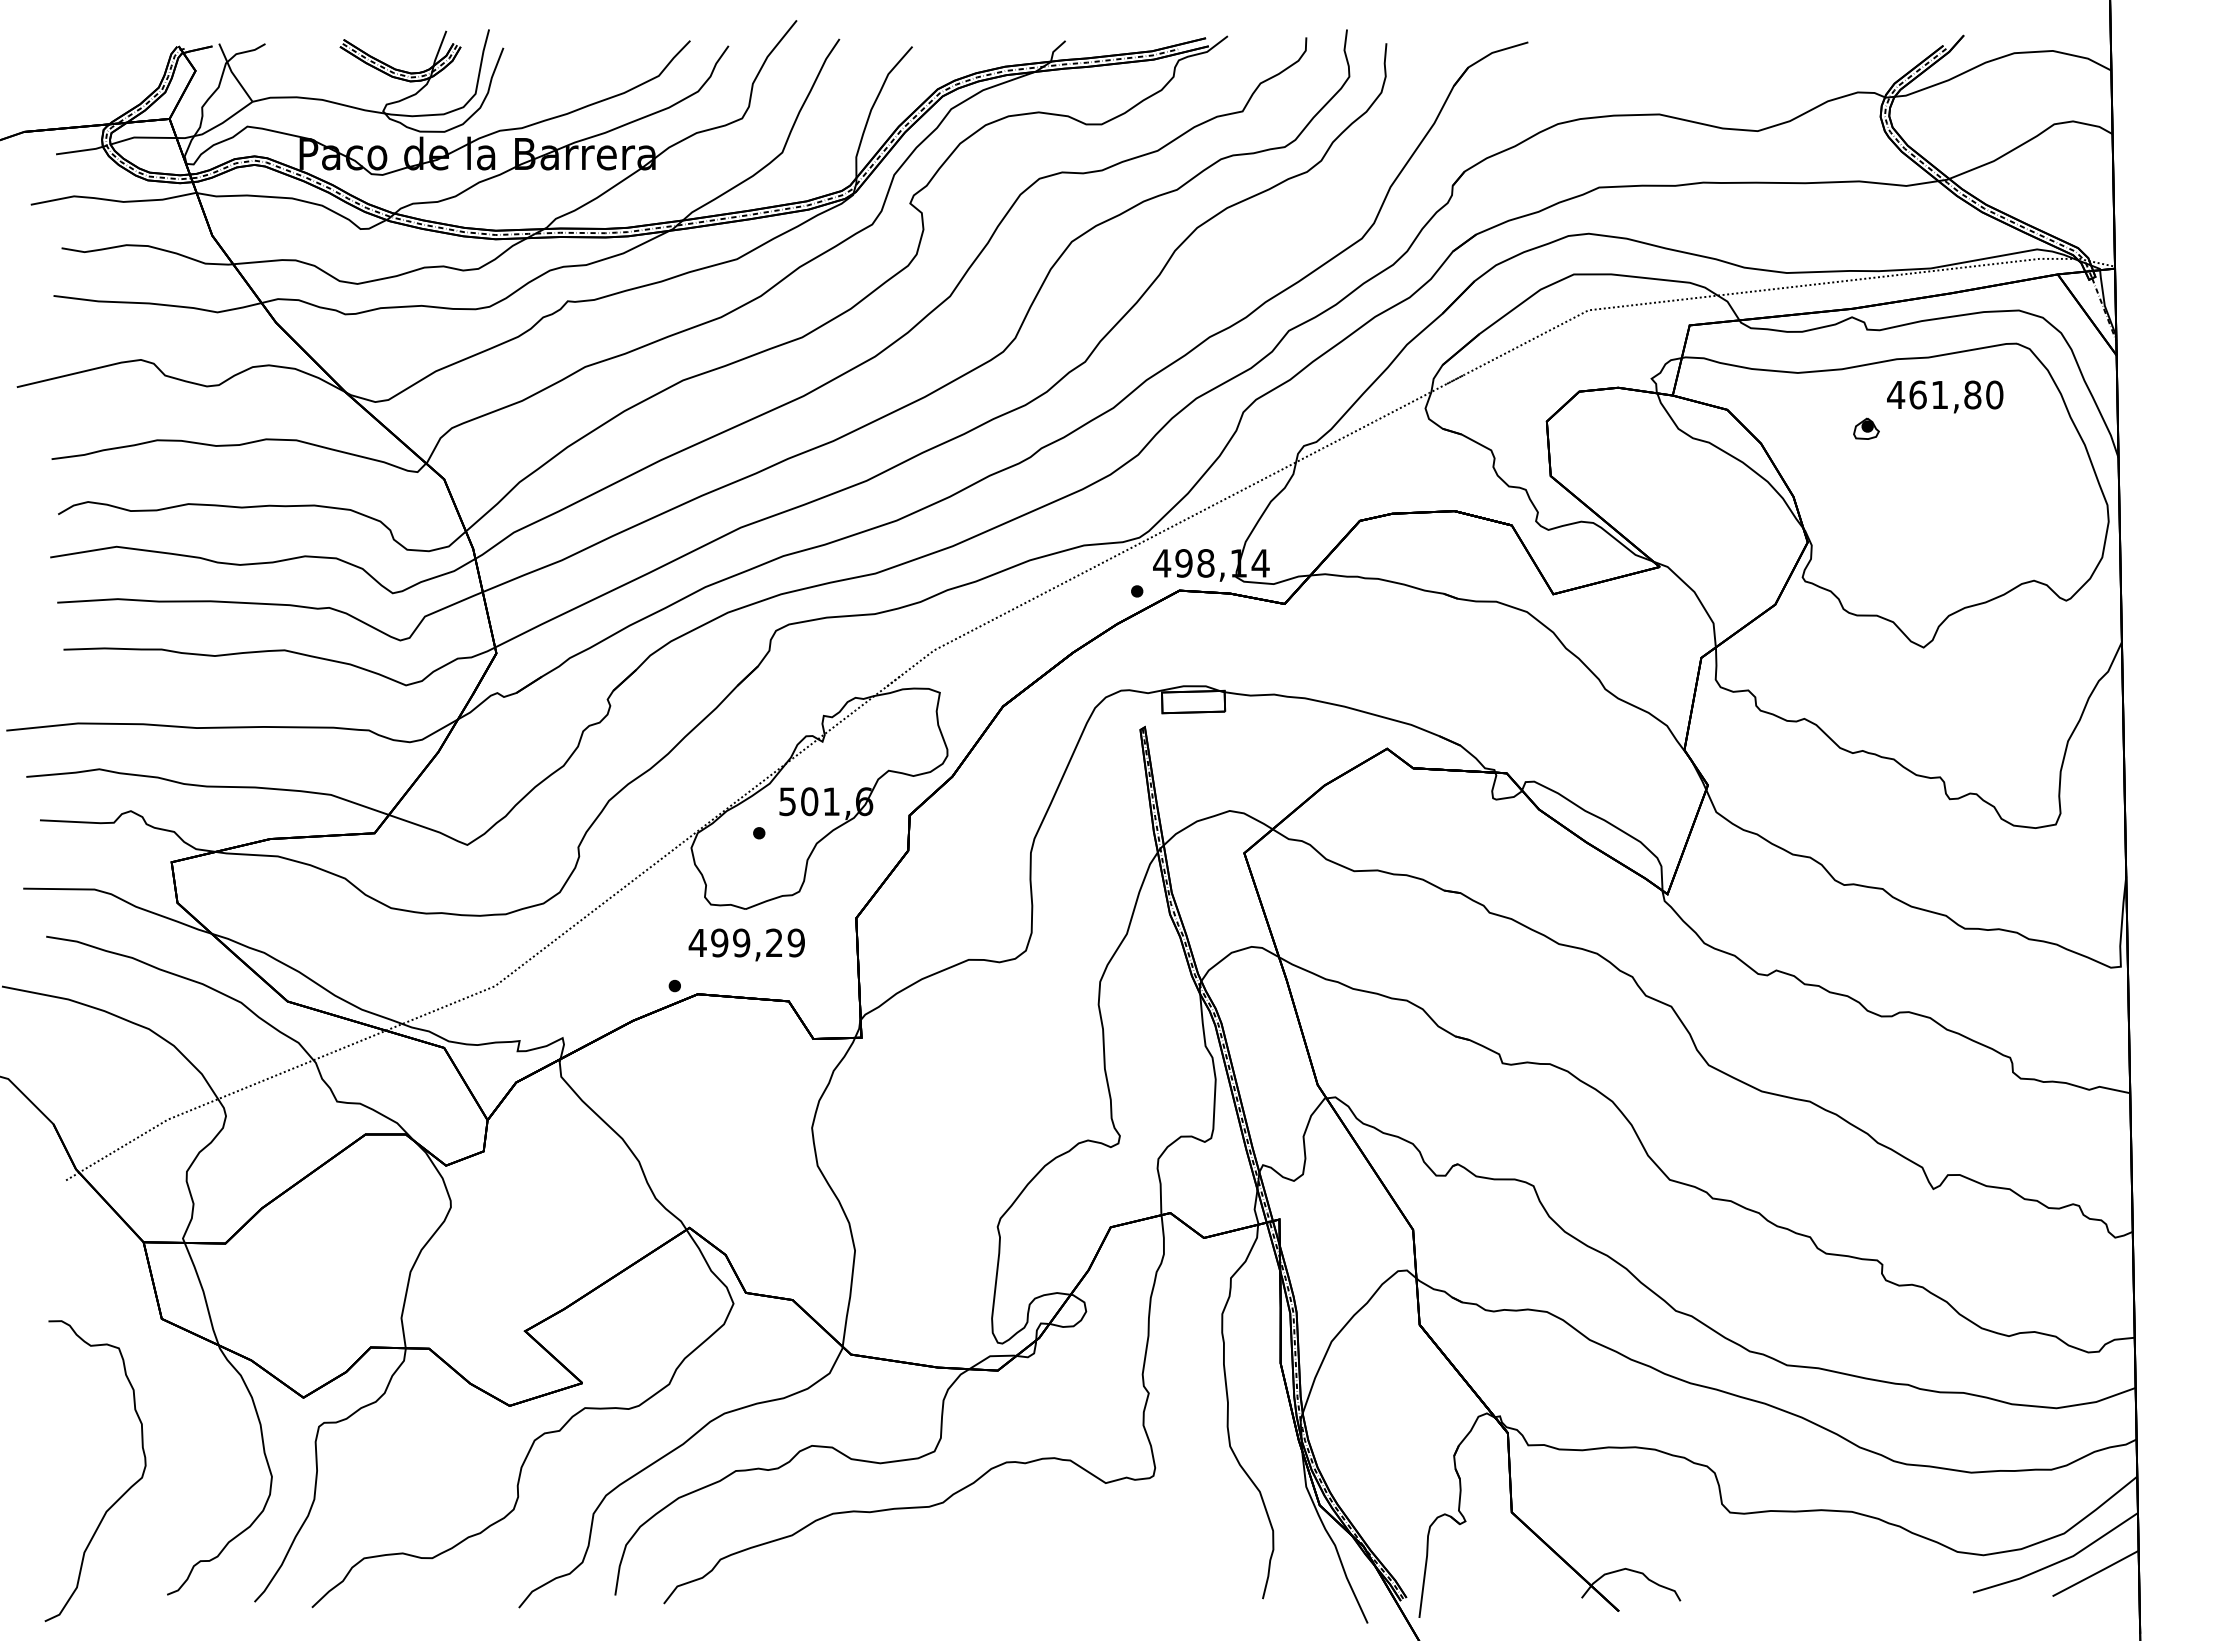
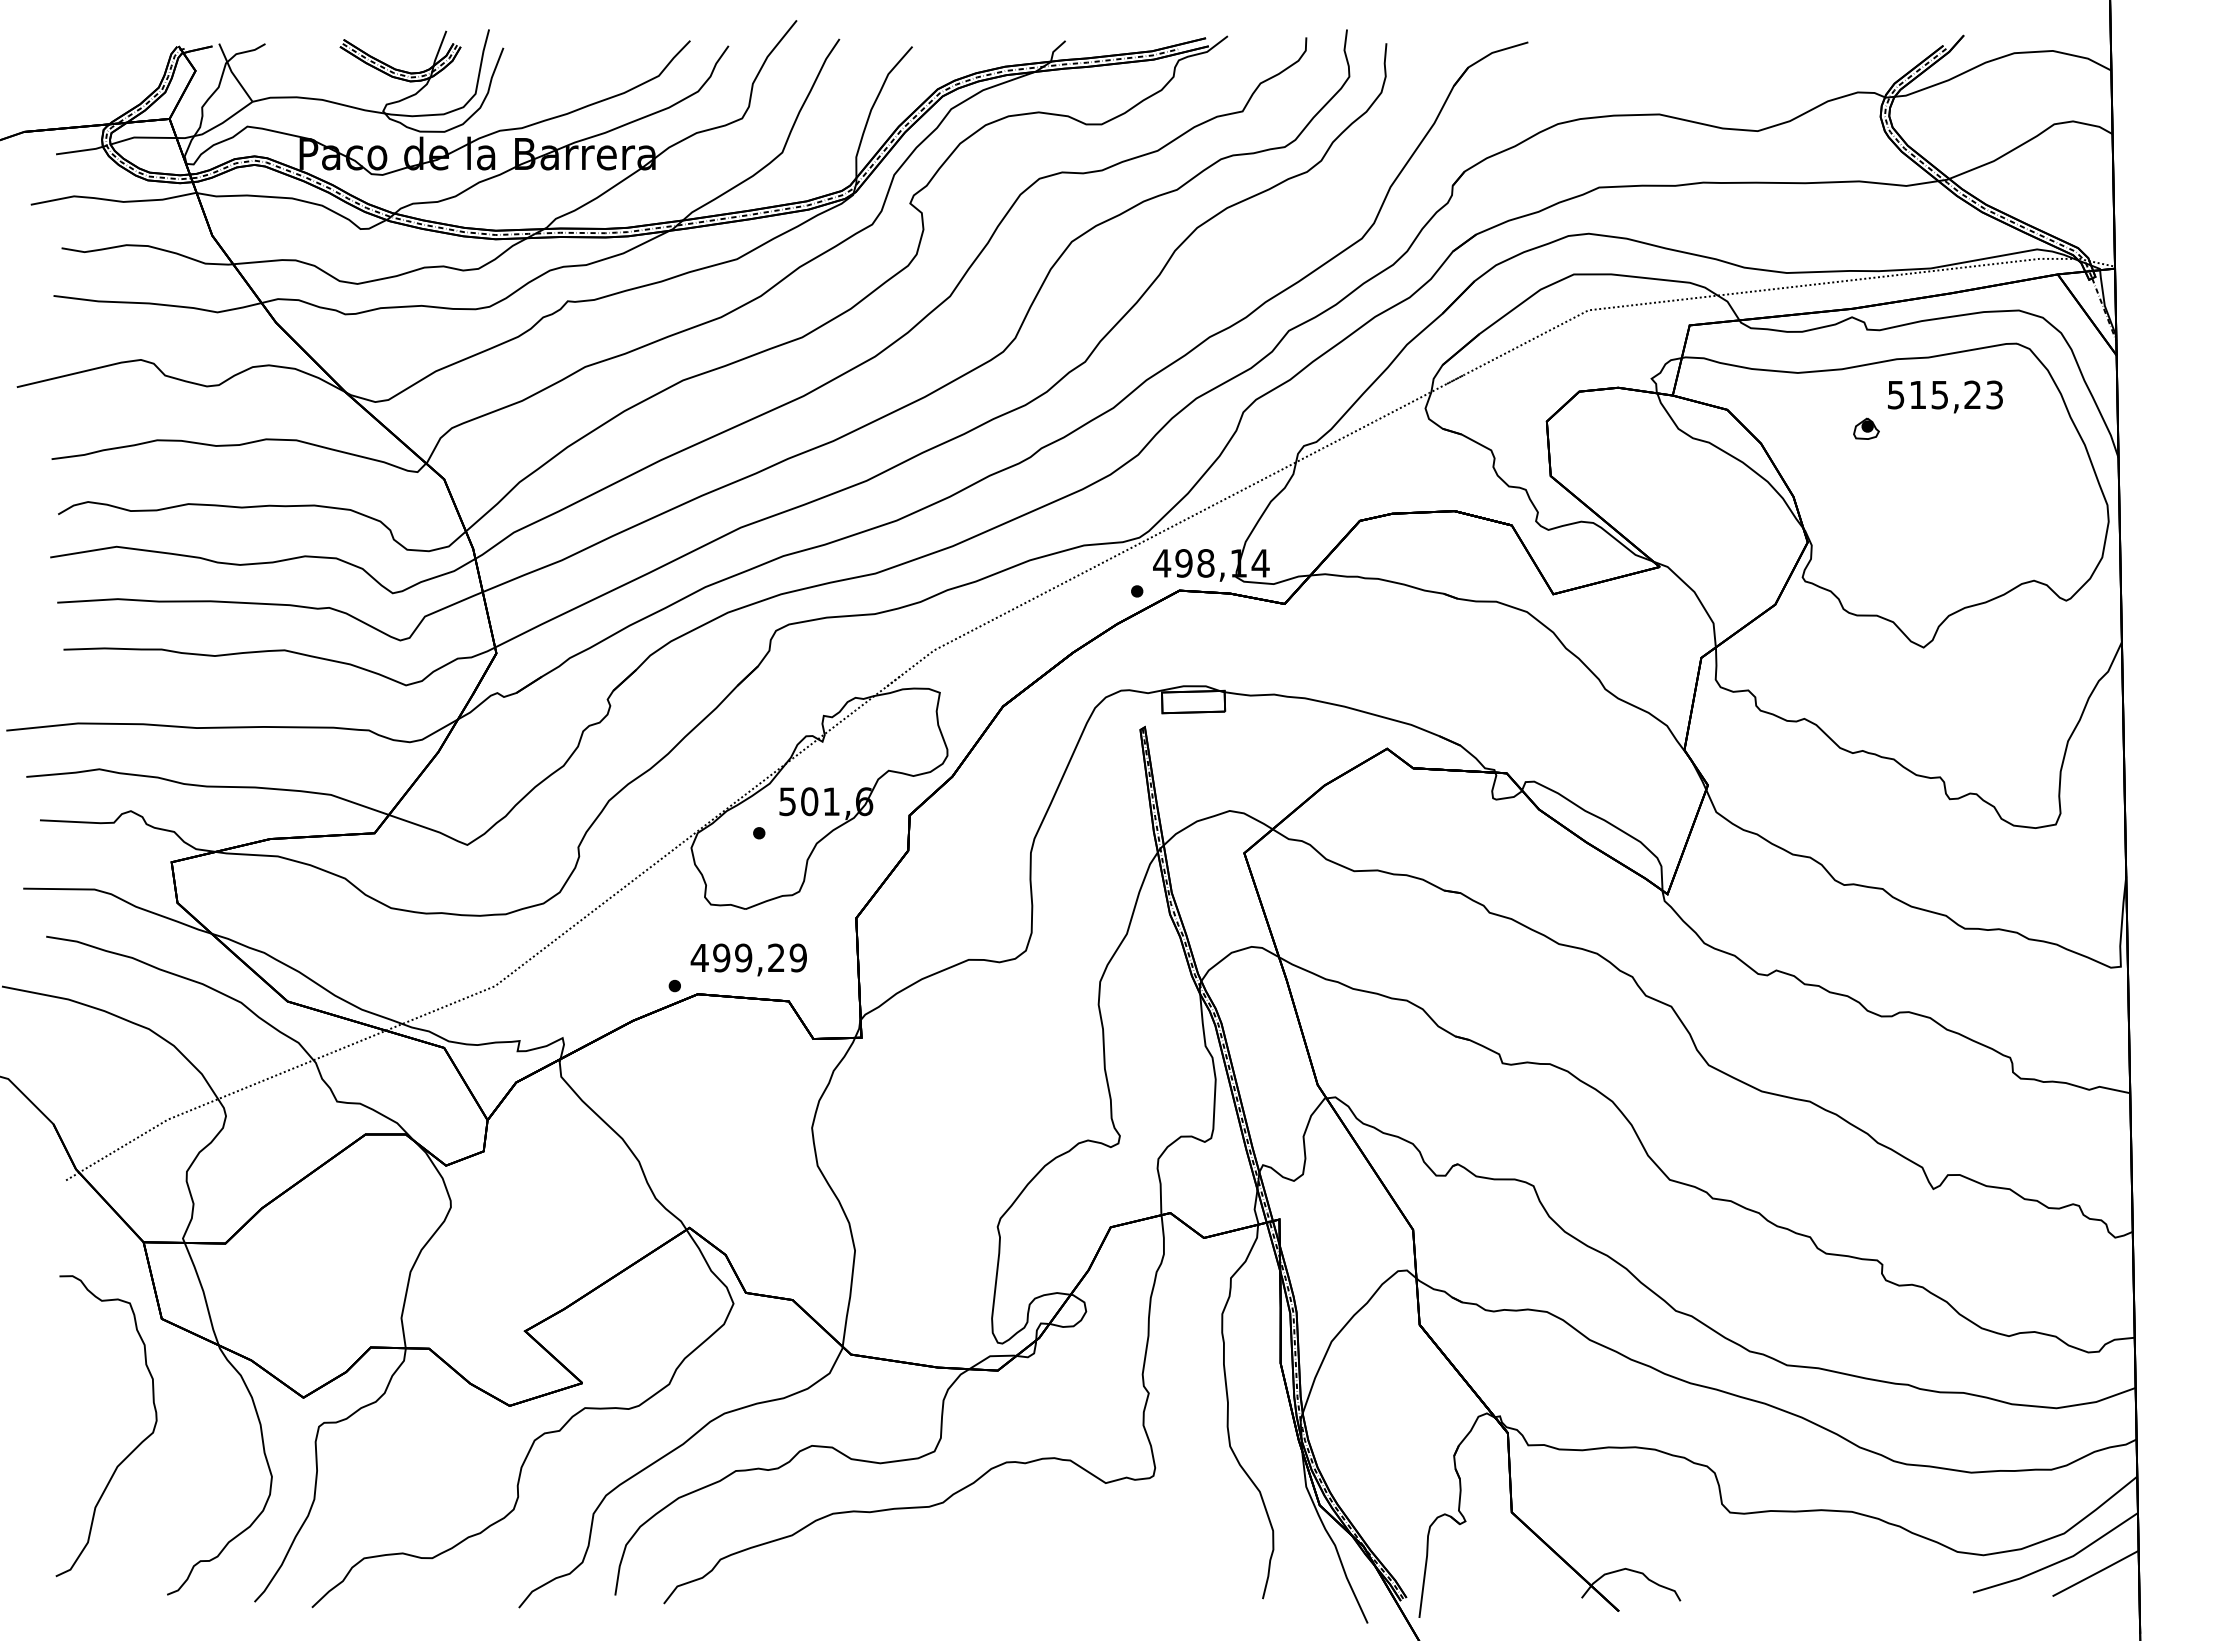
text at (1945, 394): 461,80 -> 515,23
text at (746, 944) position: (746, 944) -> (748, 959)
curve at (120, 1496) position: (120, 1496) -> (131, 1451)
